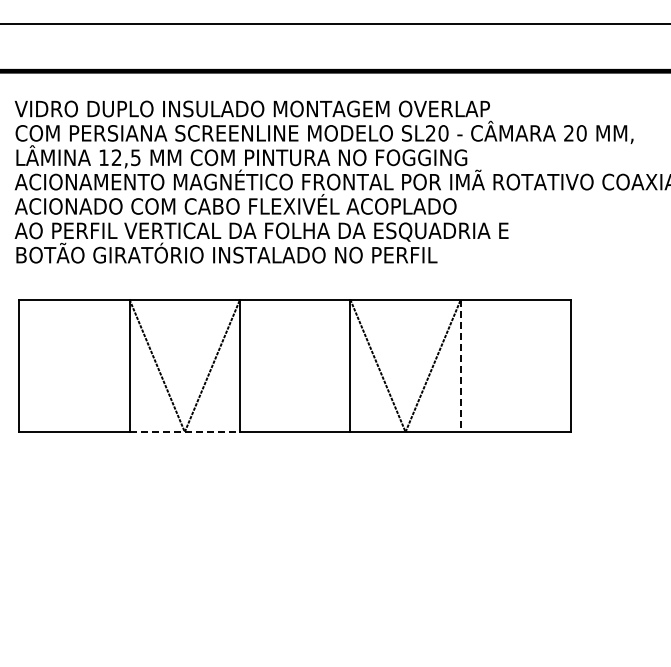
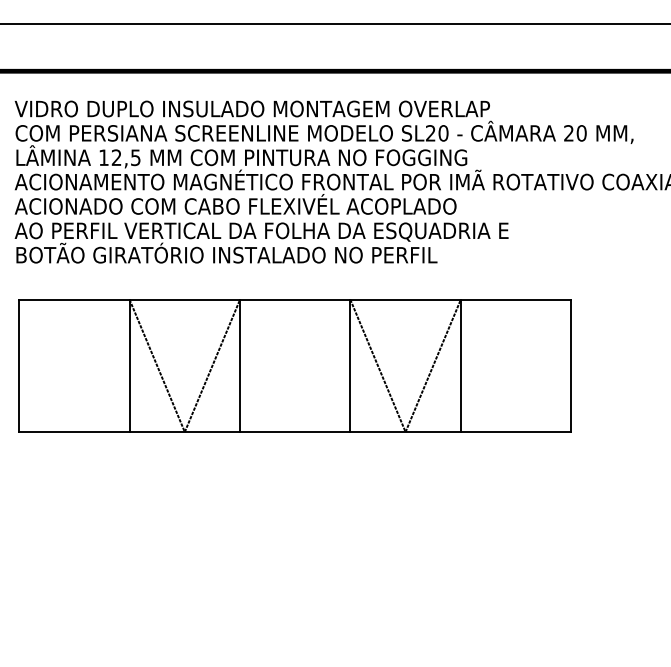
line at (460, 366): dashed -> solid
line at (185, 432): dashed -> solid
